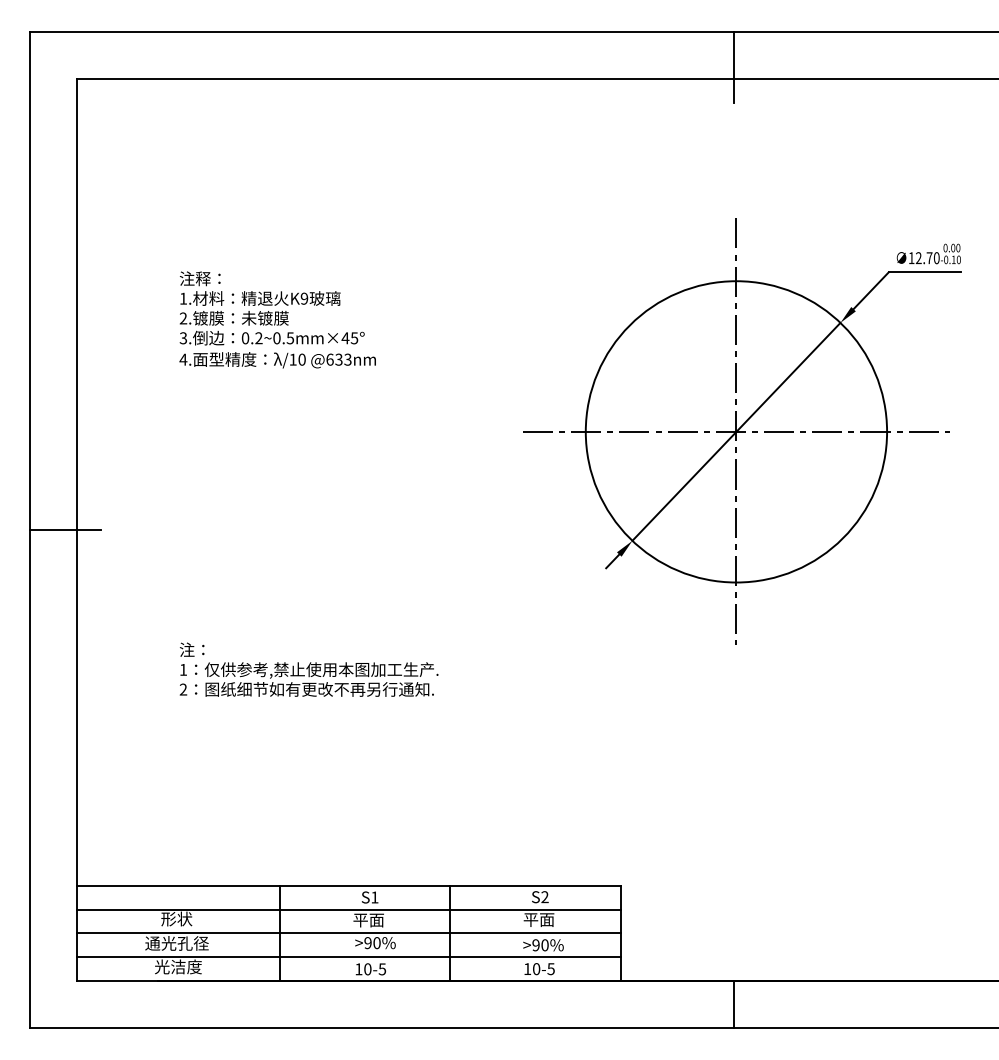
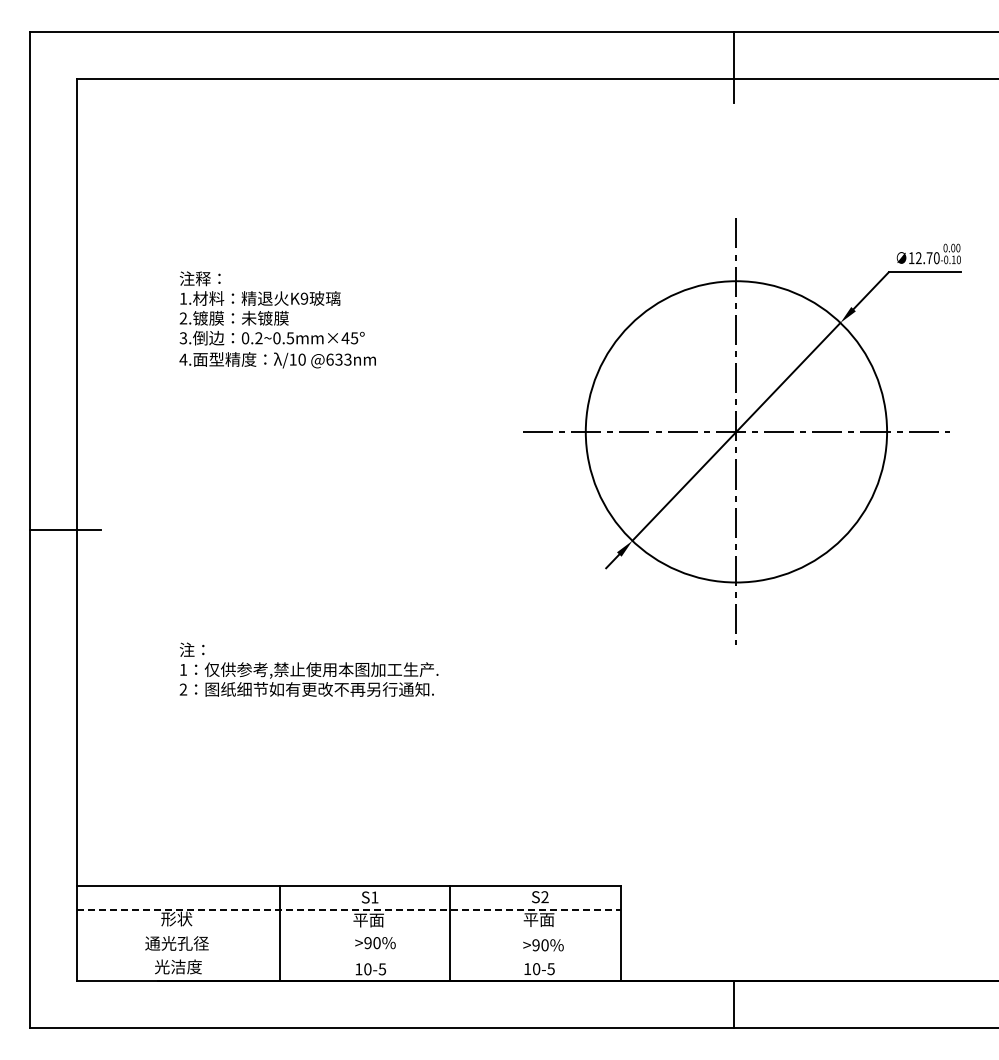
line at (349, 909): solid -> dashed
line at (349, 933): present -> none
line at (349, 957): present -> none
